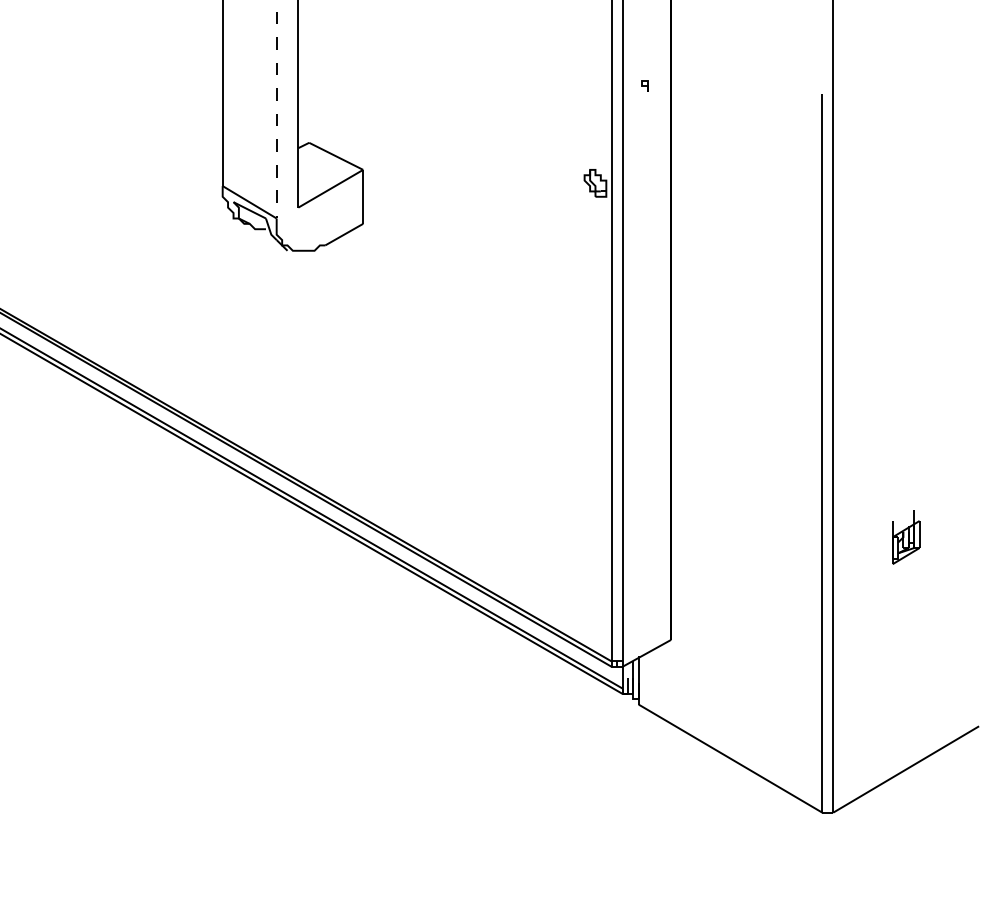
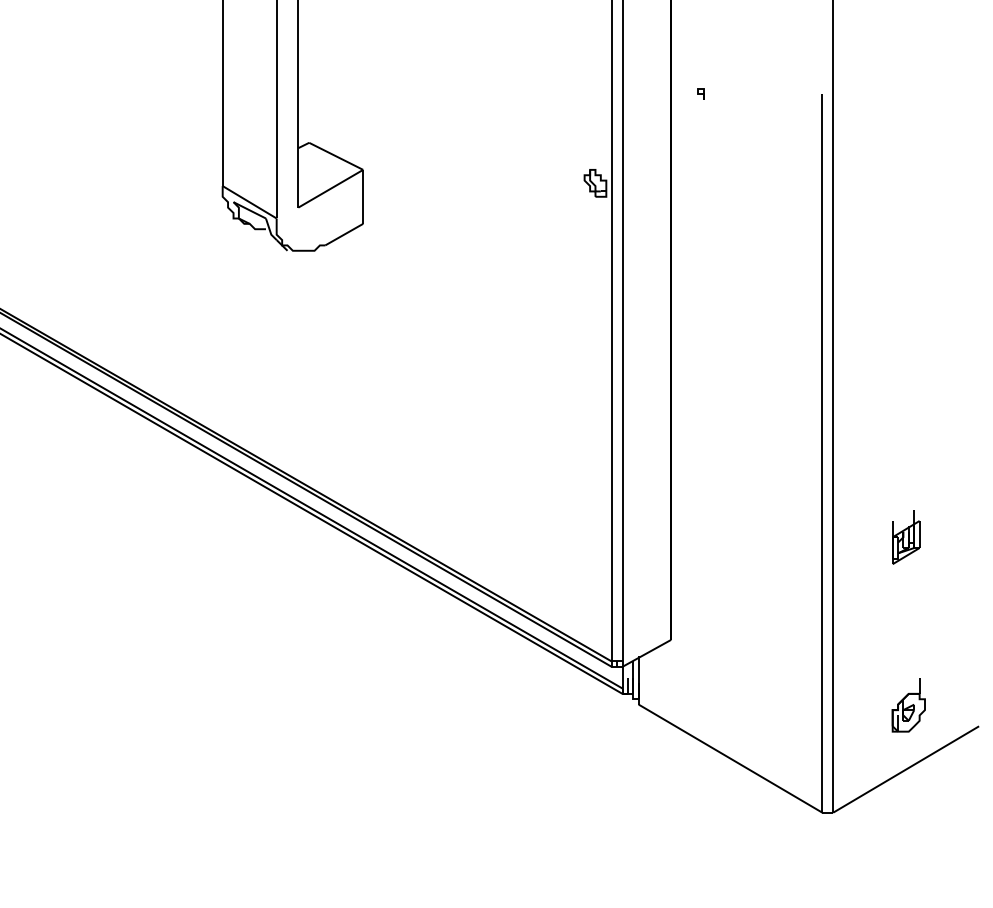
part at (644, 85) position: (644, 85) -> (700, 93)
line at (276, 109): dashed -> solid
part at (908, 705): none -> present
